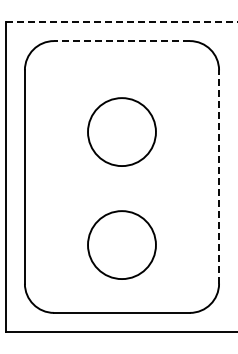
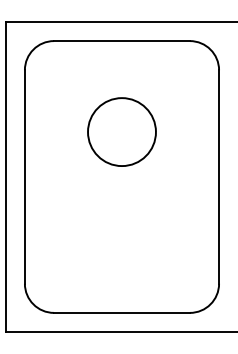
line at (122, 21): dashed -> solid
line at (122, 41): dashed -> solid
line at (219, 177): dashed -> solid
circle at (121, 244): present -> none
